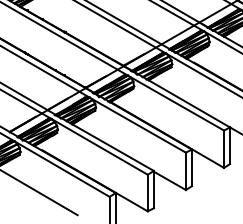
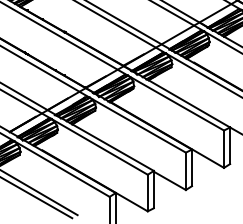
line at (37, 198): none -> present
